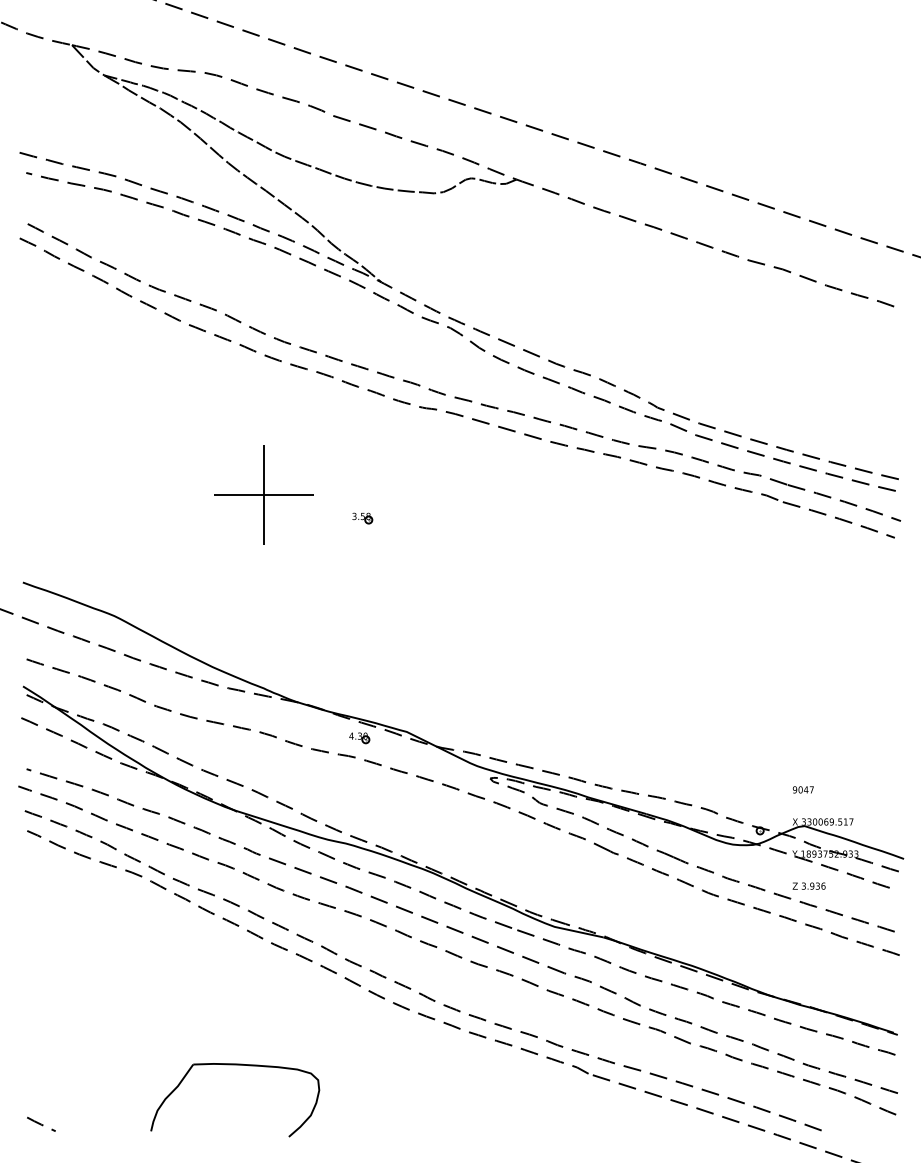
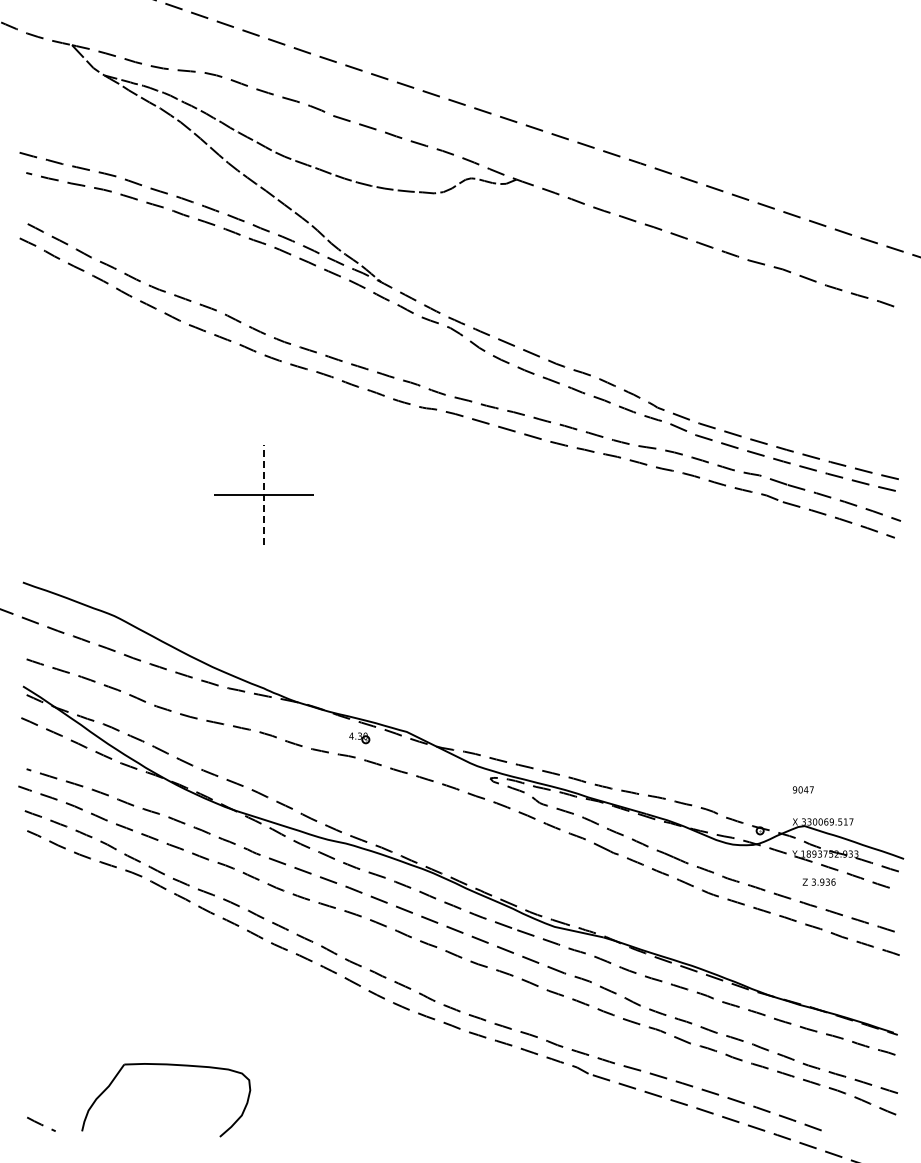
line at (264, 495): solid -> dashed
part at (362, 518): present -> none
text at (808, 885) position: (808, 885) -> (818, 881)
part at (235, 1065) position: (235, 1065) -> (166, 1065)
